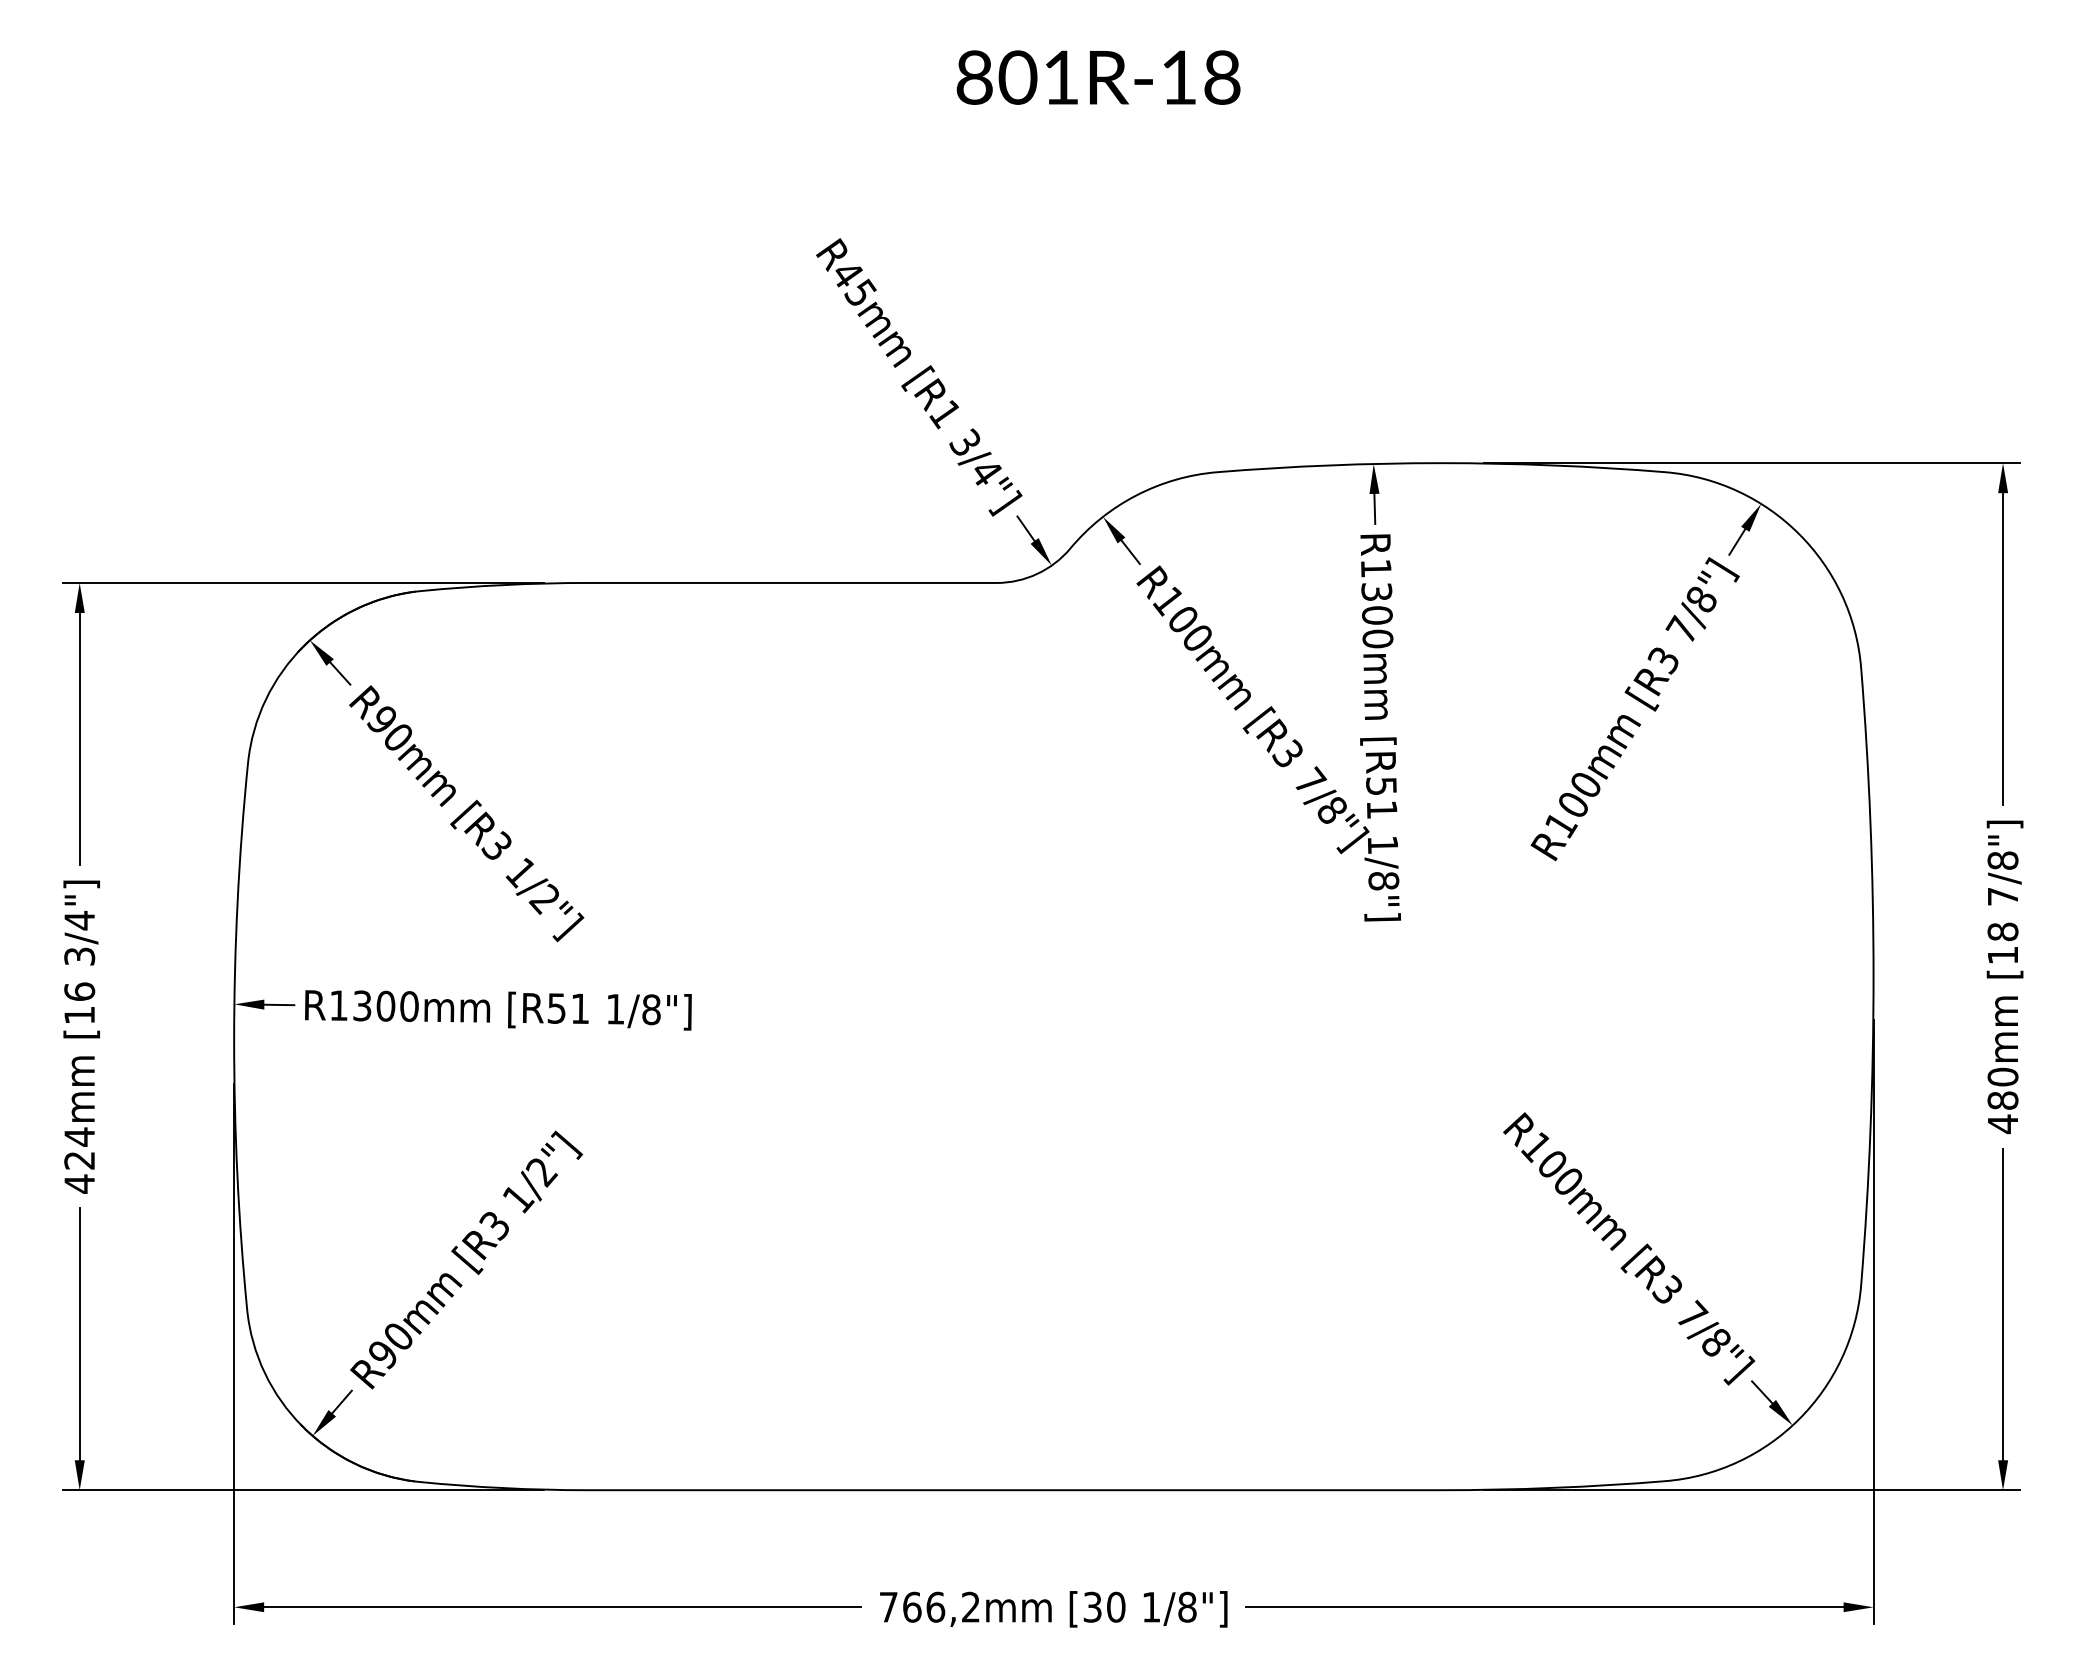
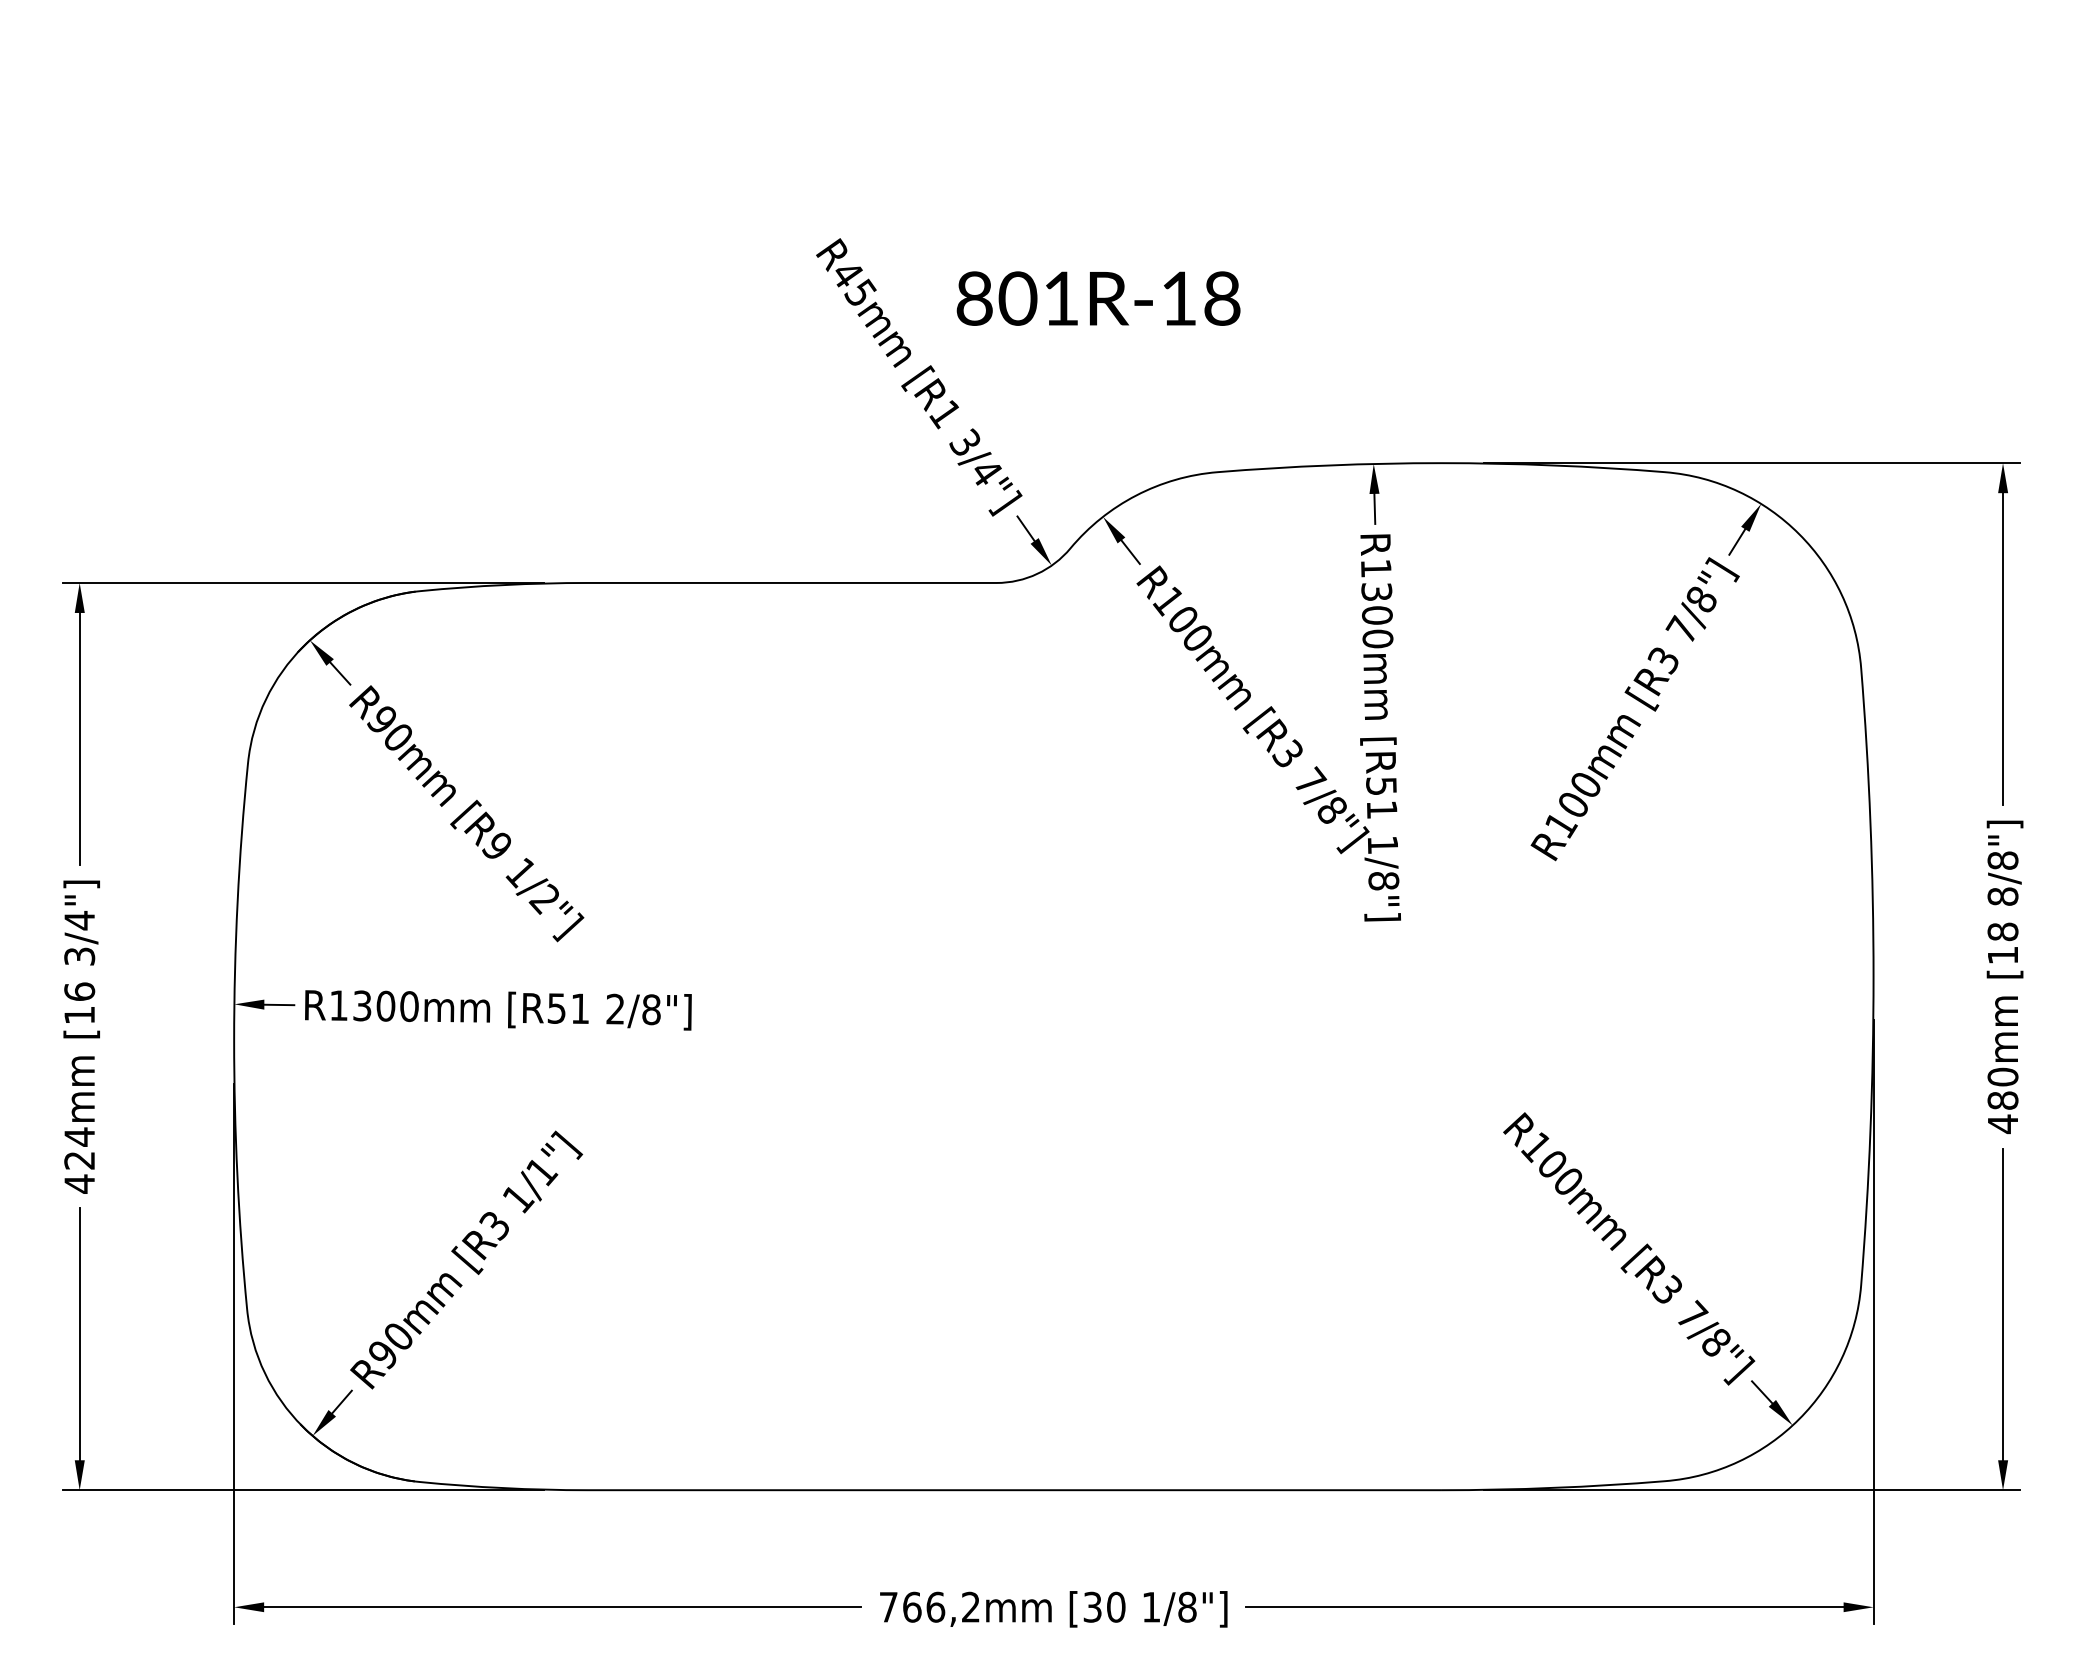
text at (1098, 77) position: (1098, 77) -> (1098, 298)
text at (496, 845): [R3 -> [R9
text at (2002, 896): 7/8"] -> 8/8"]
text at (614, 1008): 1/8"] -> 2/8"]
text at (542, 1172): 1/2"] -> 1/1"]
